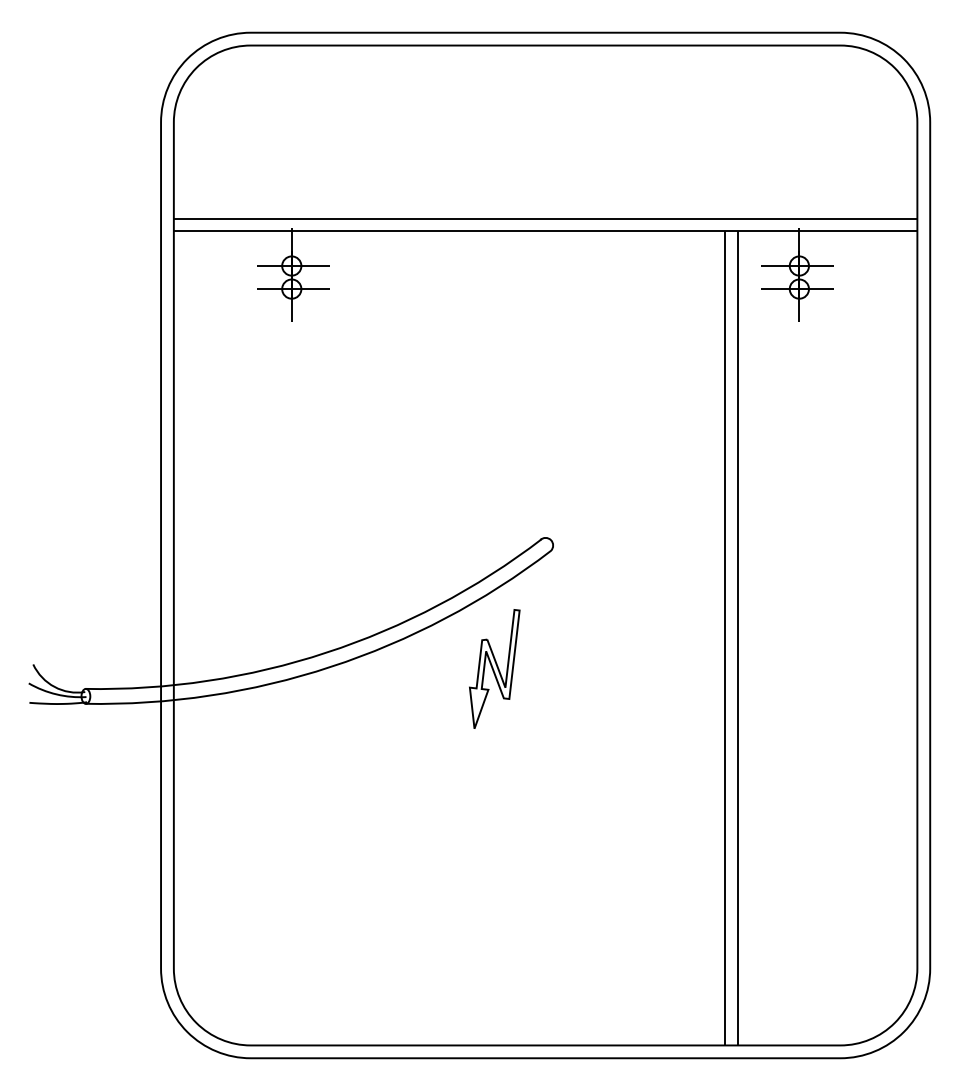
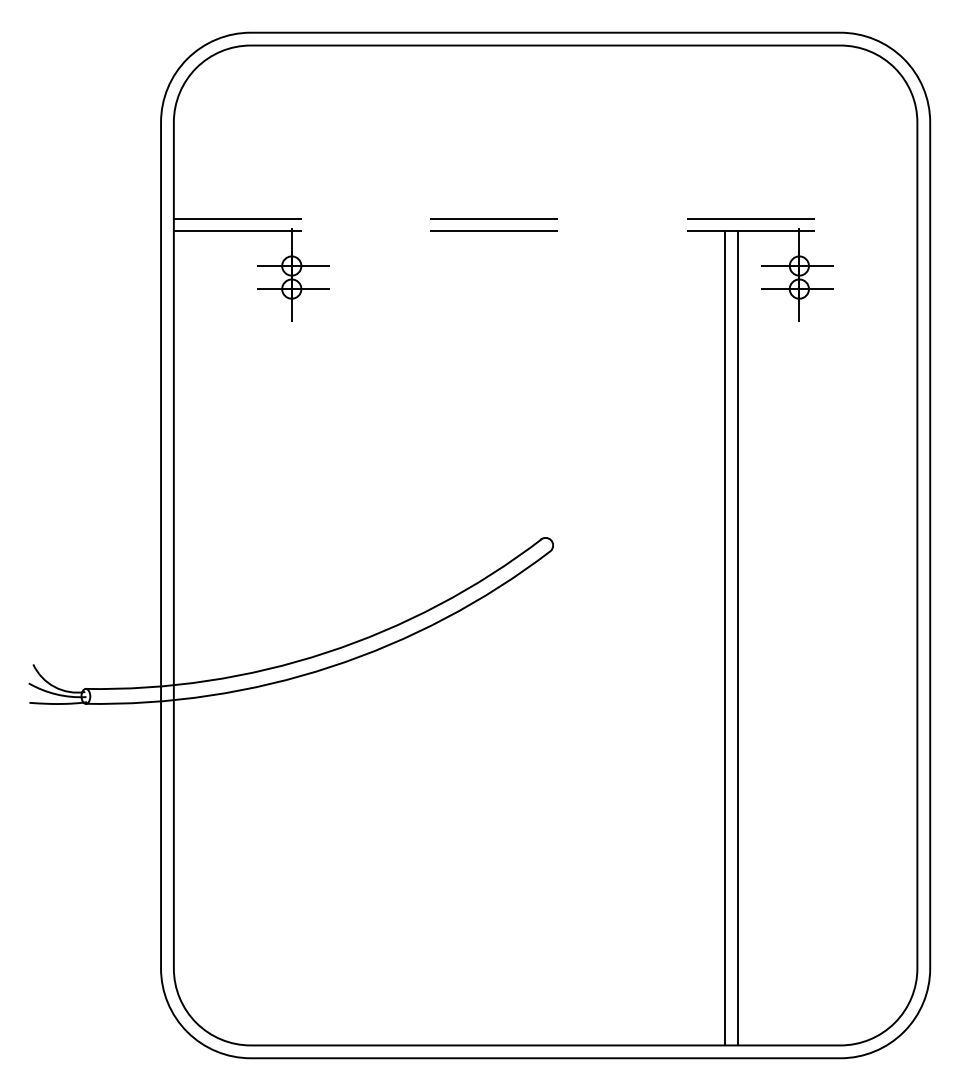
line at (545, 218): solid -> dashed
line at (545, 231): solid -> dashed
part at (494, 668): present -> none
